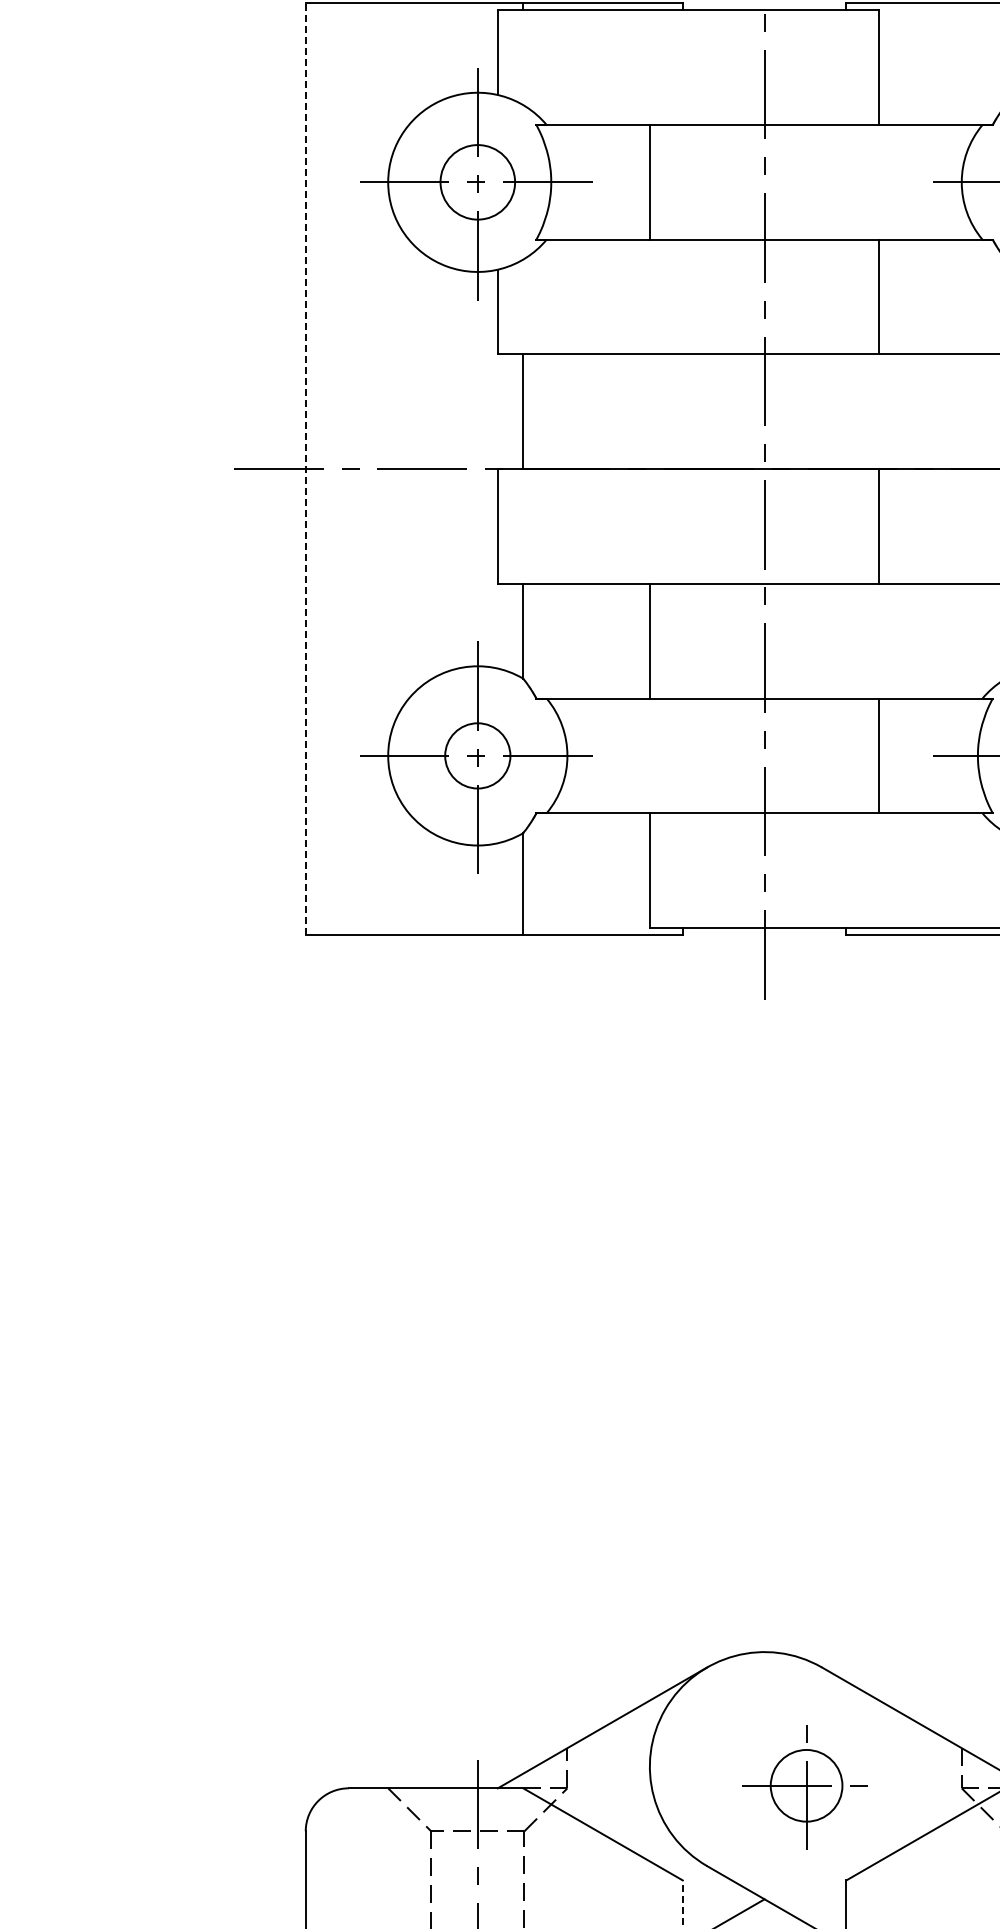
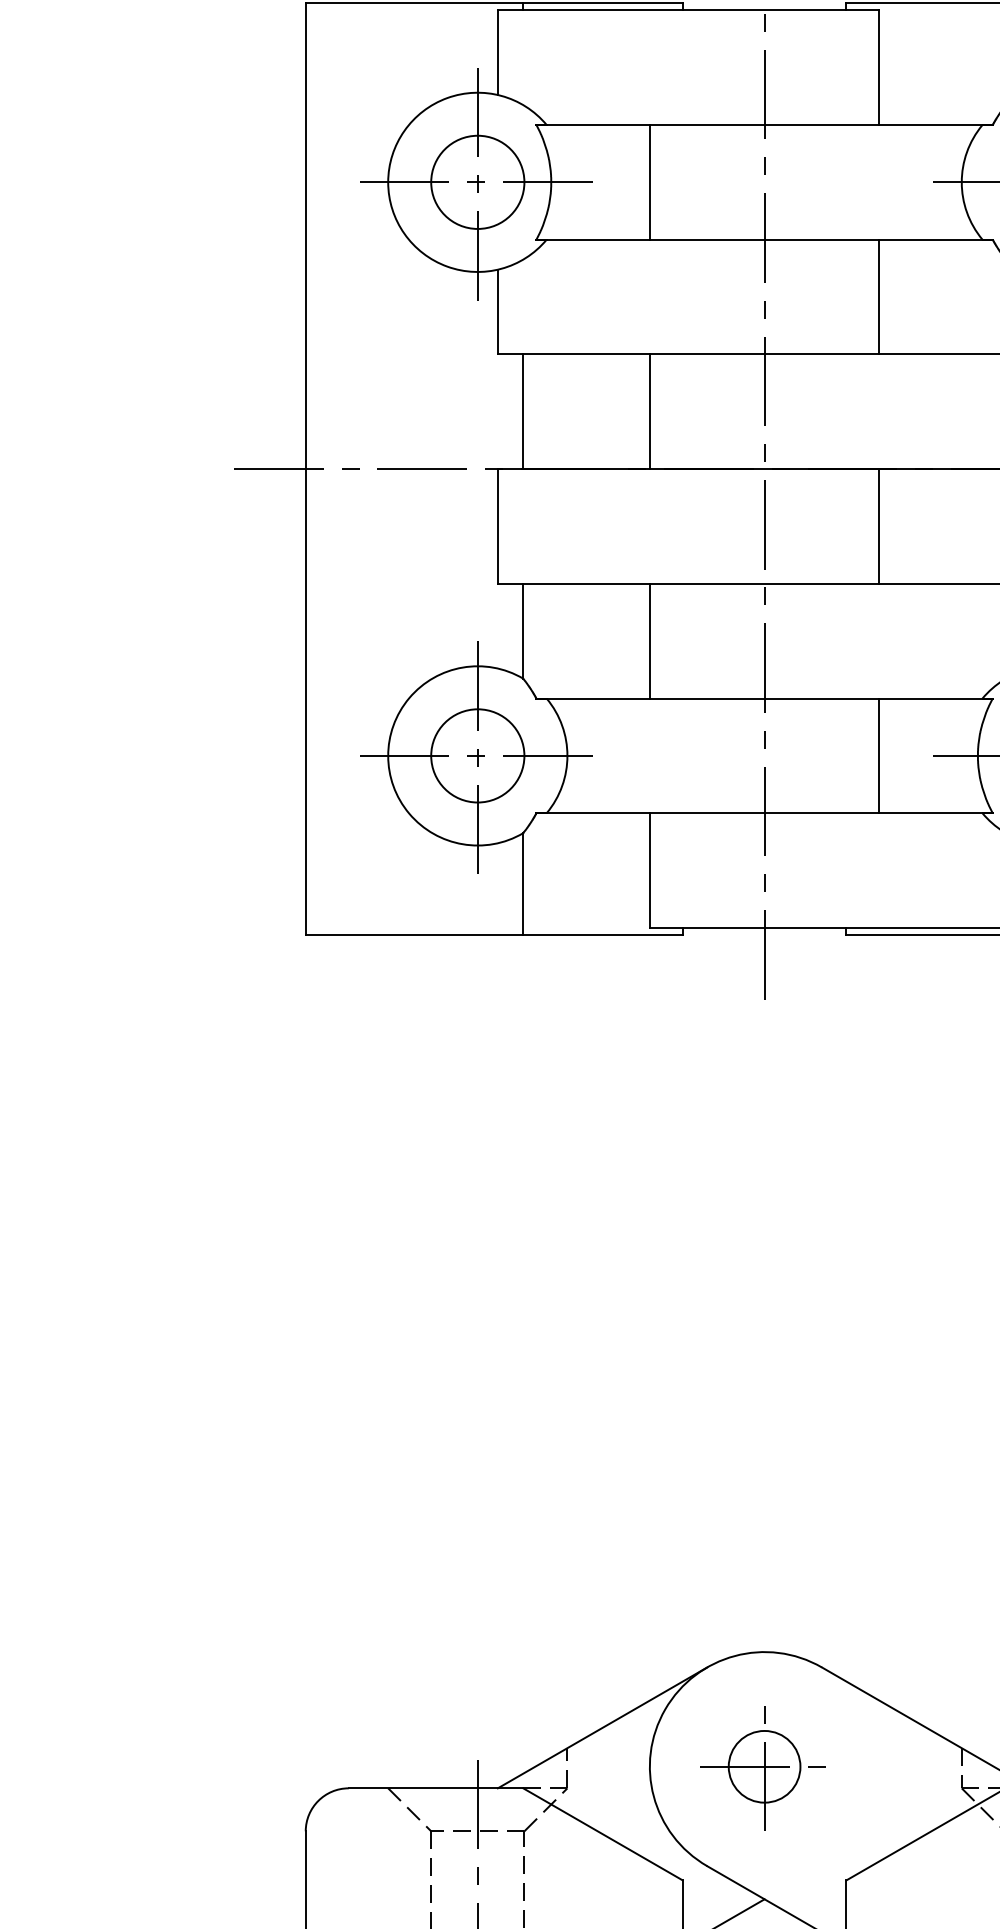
circle at (477, 182) diameter: 75 px -> 93 px
line at (649, 411): none -> present
line at (305, 468): dashed -> solid
circle at (477, 755) diameter: 65 px -> 93 px
part at (804, 1787) position: (804, 1787) -> (762, 1768)
line at (682, 1904): dashed -> solid
